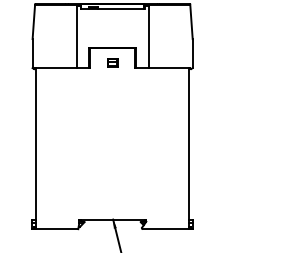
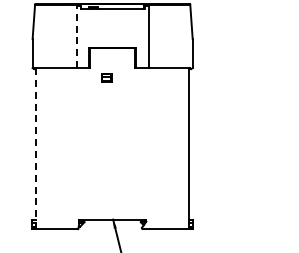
line at (76, 36): solid -> dashed
part at (112, 62) position: (112, 62) -> (106, 77)
line at (36, 148): solid -> dashed
